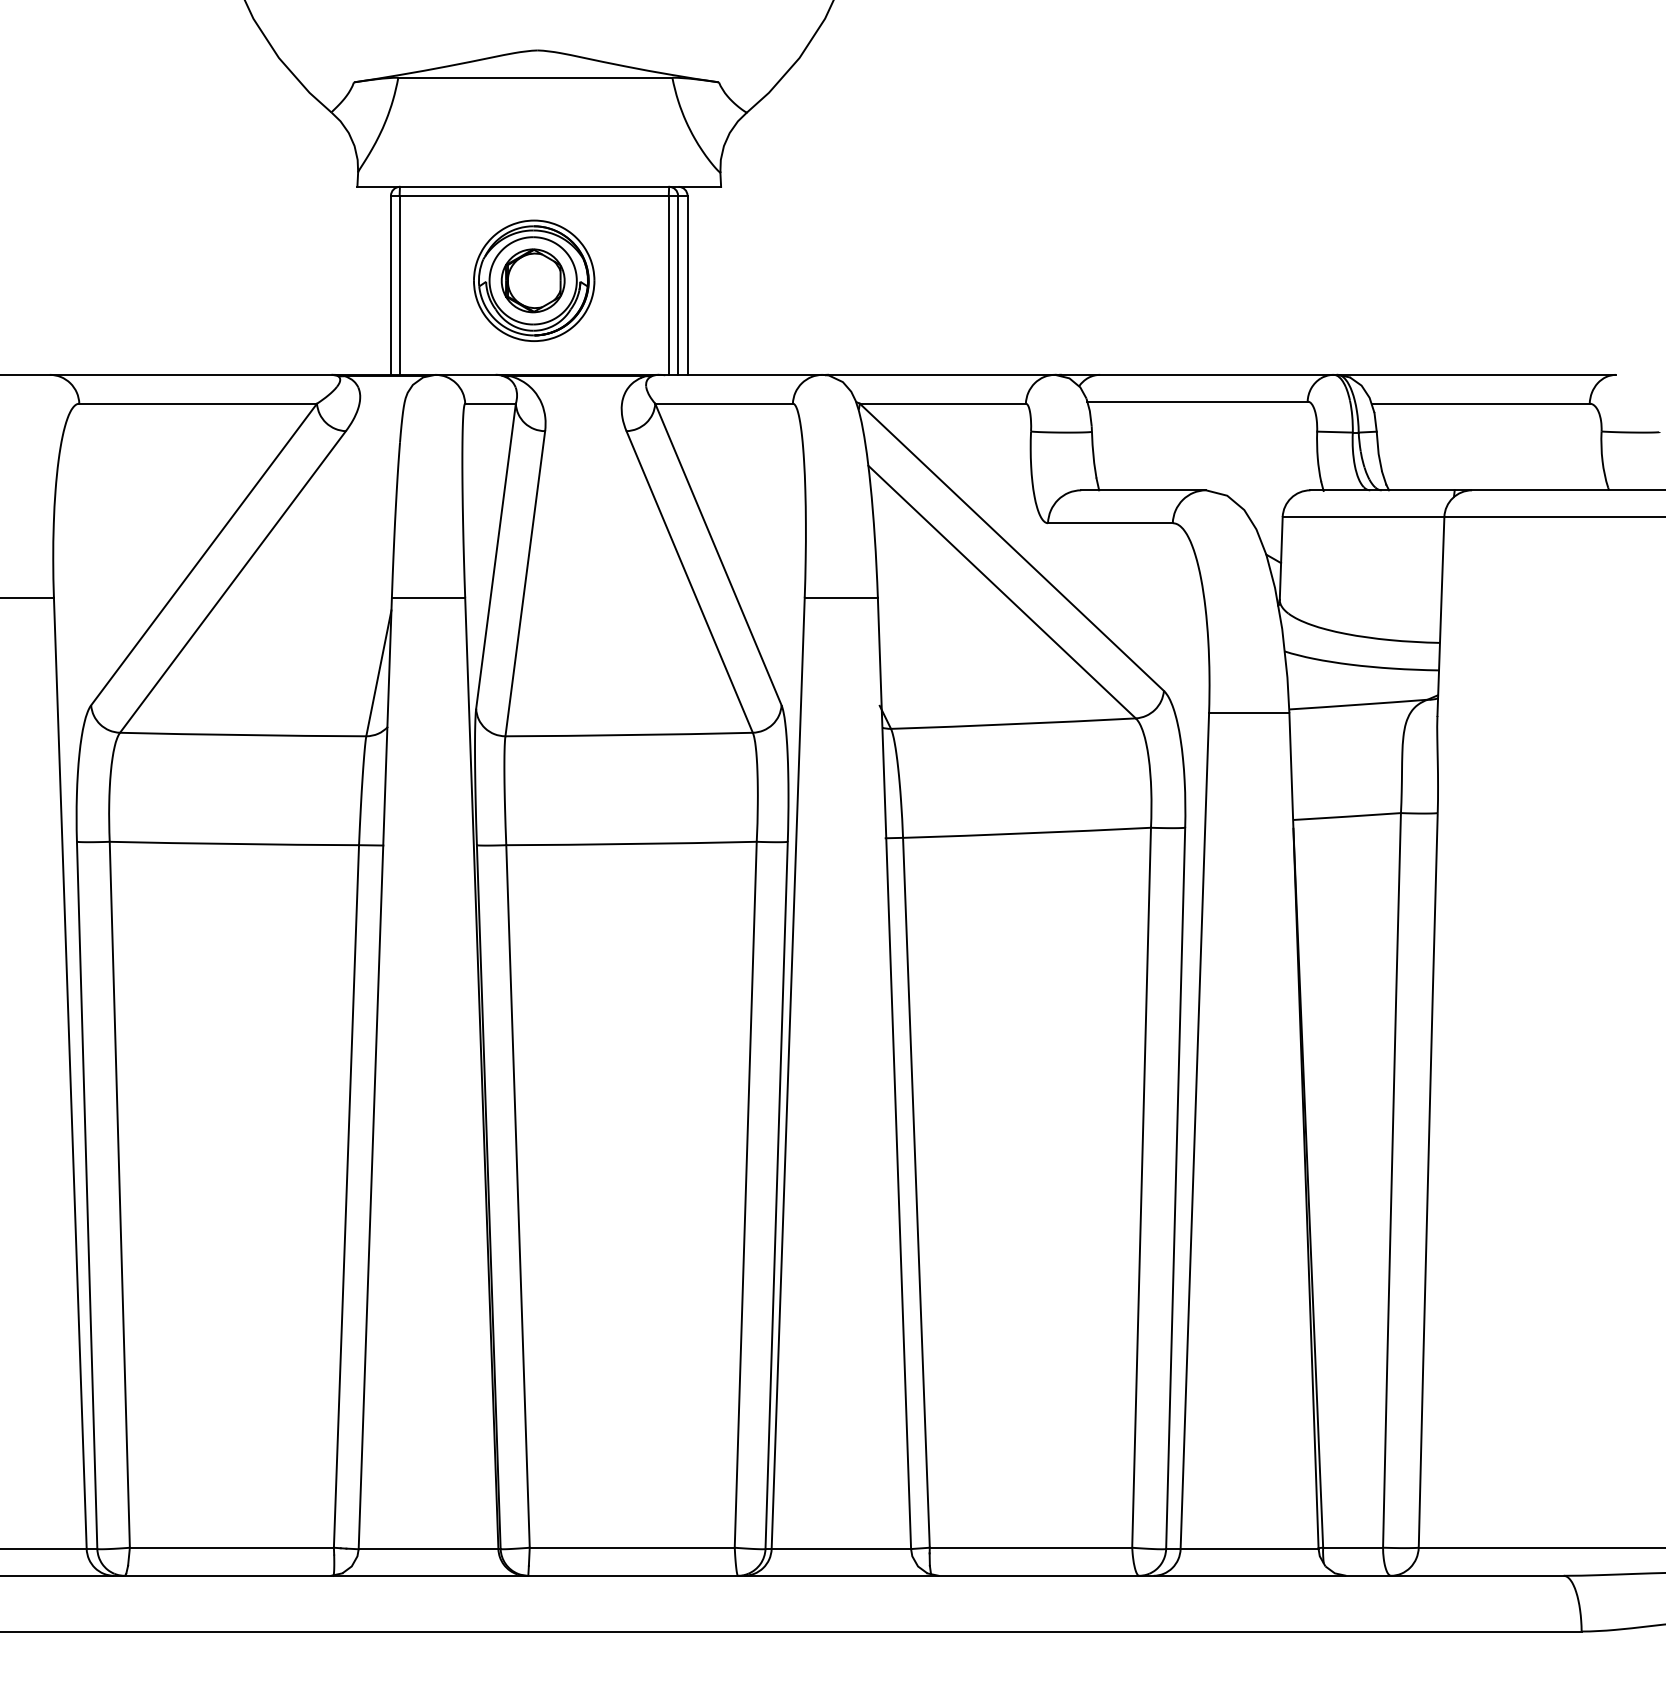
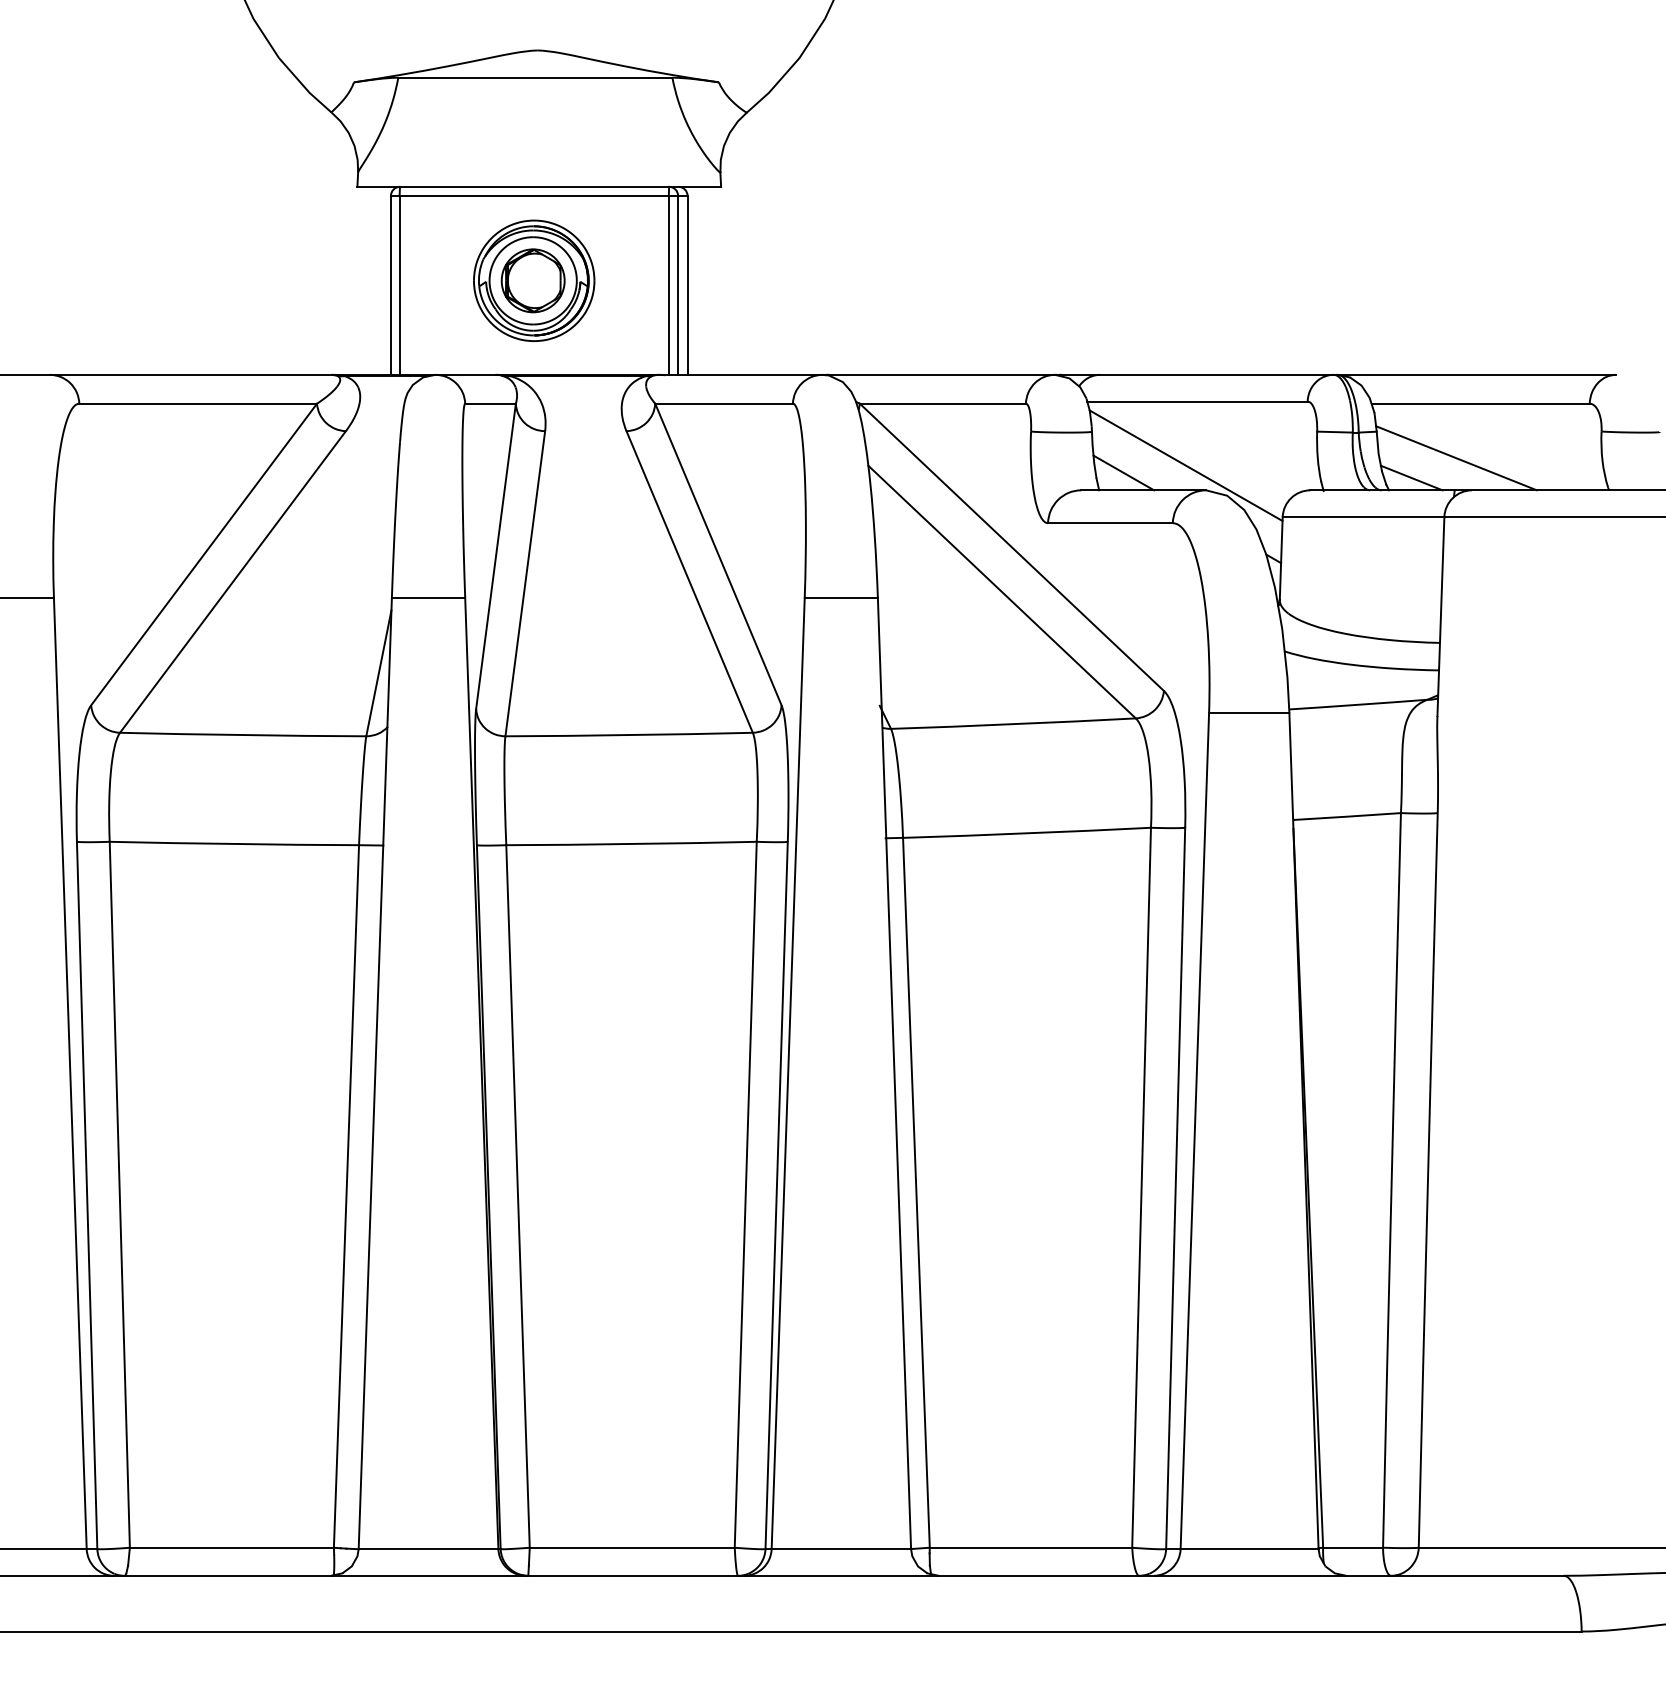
line at (1456, 458): none -> present
line at (1185, 465): none -> present
line at (1123, 472): none -> present
line at (1411, 477): none -> present
